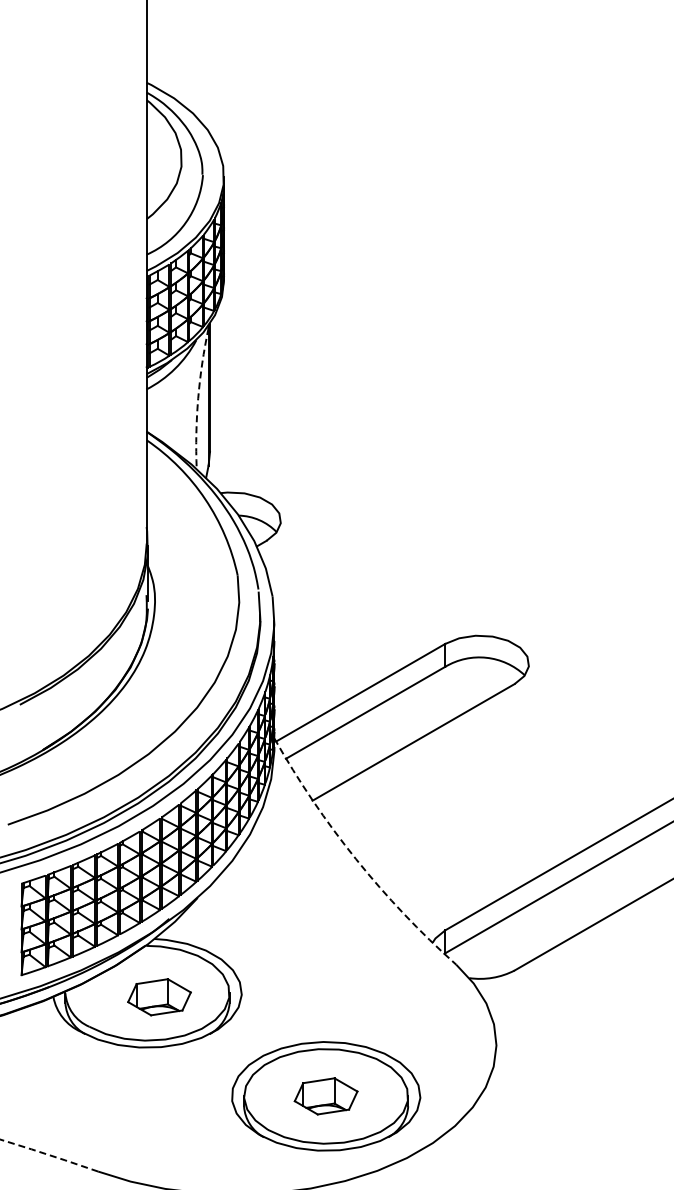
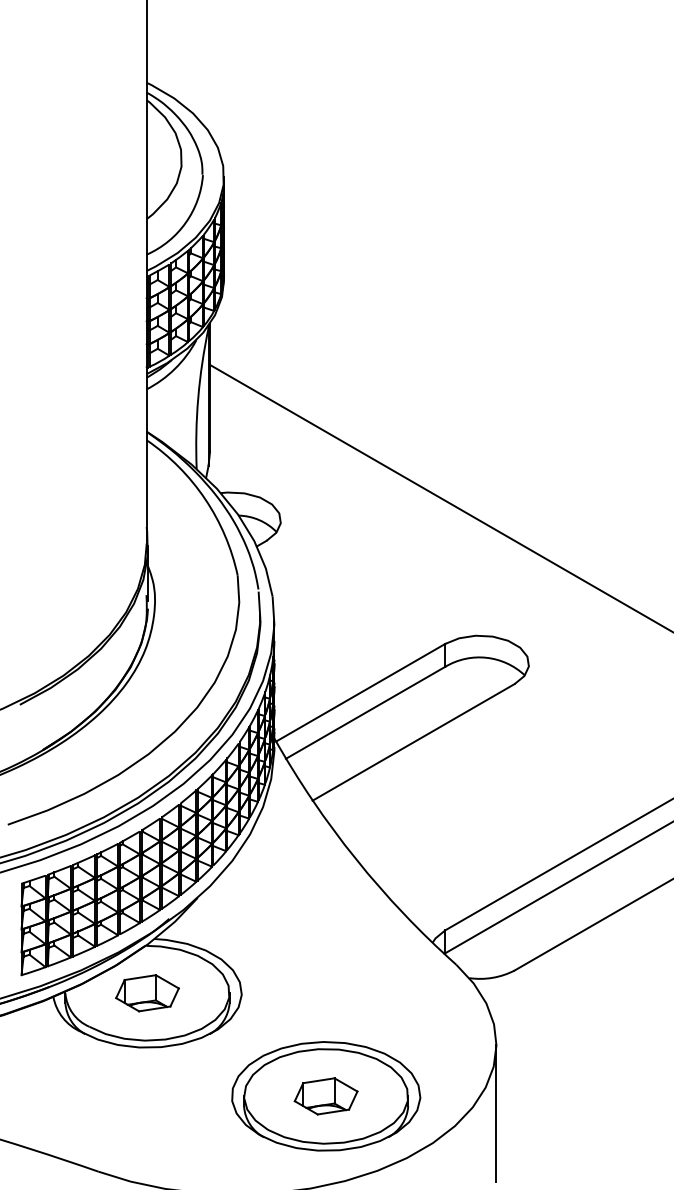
arc at (198, 398): dashed -> solid
line at (440, 497): none -> present
arc at (356, 859): dashed -> solid
part at (159, 997) position: (159, 997) -> (147, 993)
line at (496, 1113): none -> present
arc at (49, 1155): dashed -> solid
